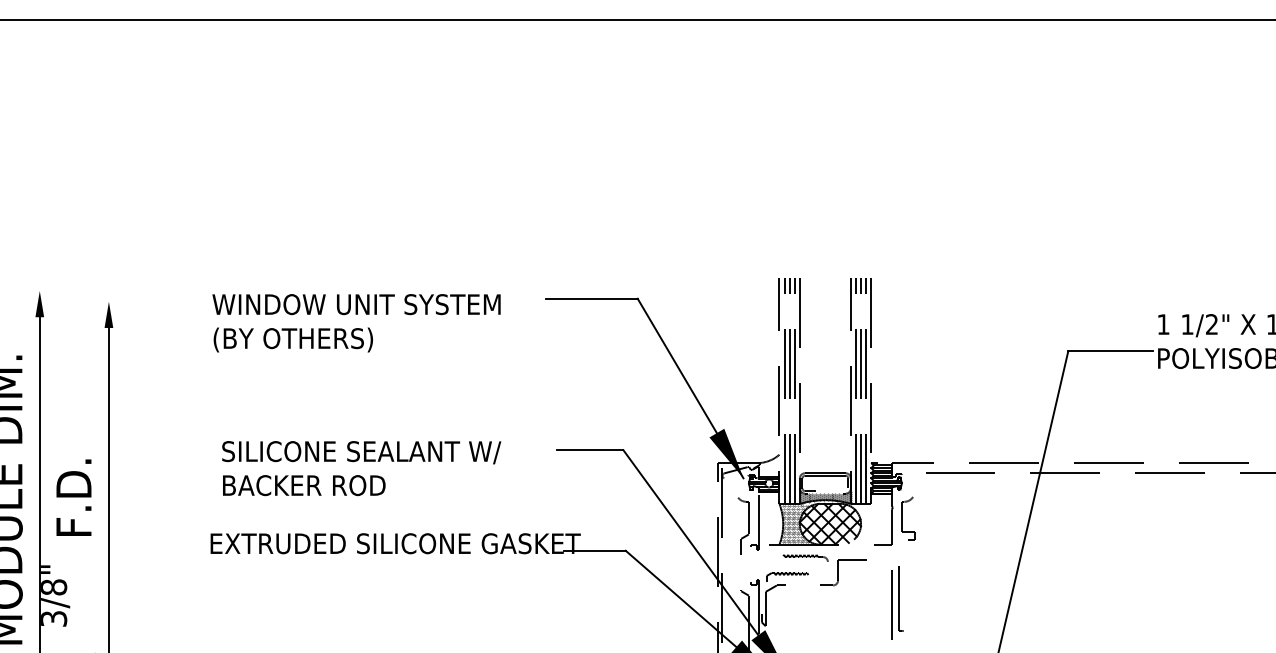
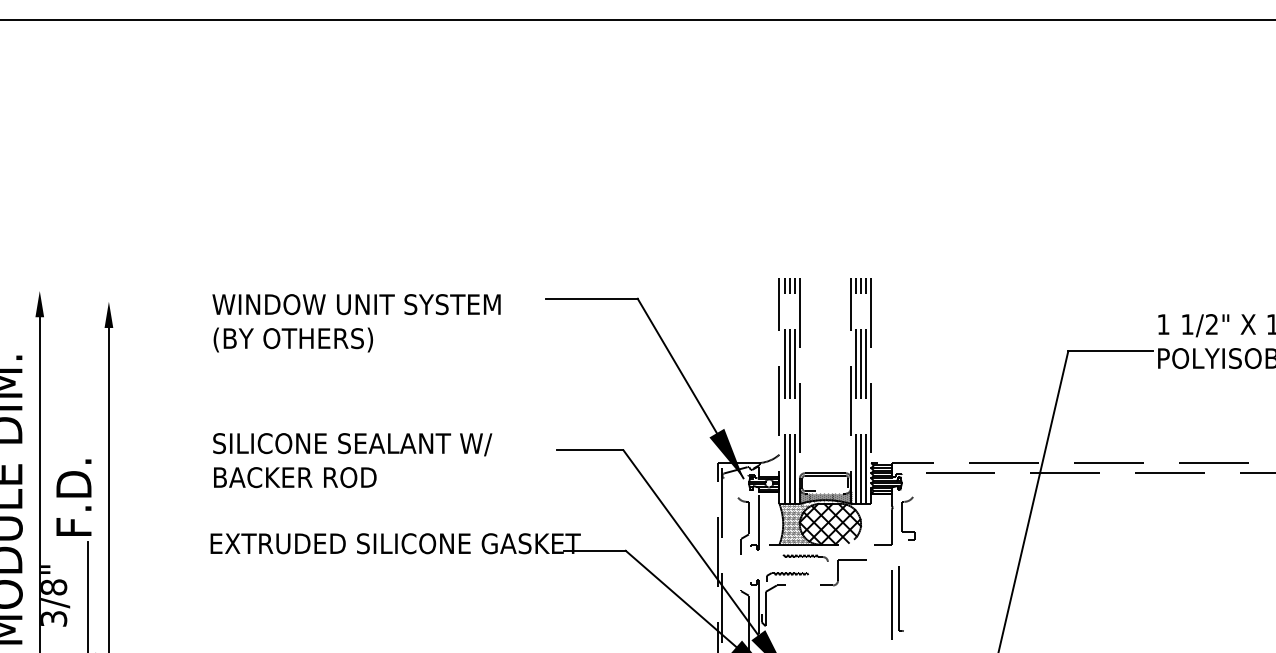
text at (361, 468) position: (361, 468) -> (352, 460)
line at (87, 595): none -> present
